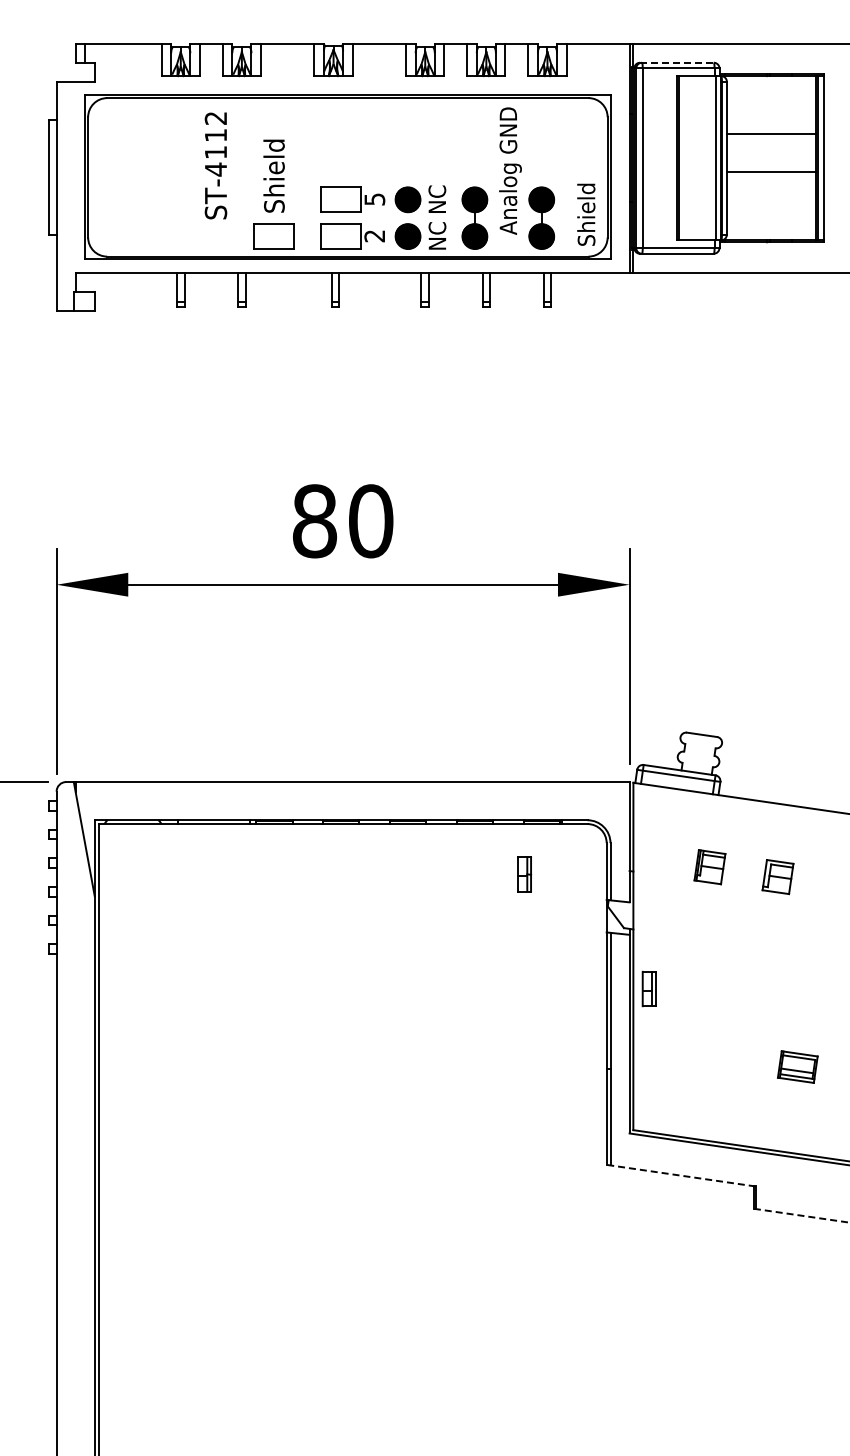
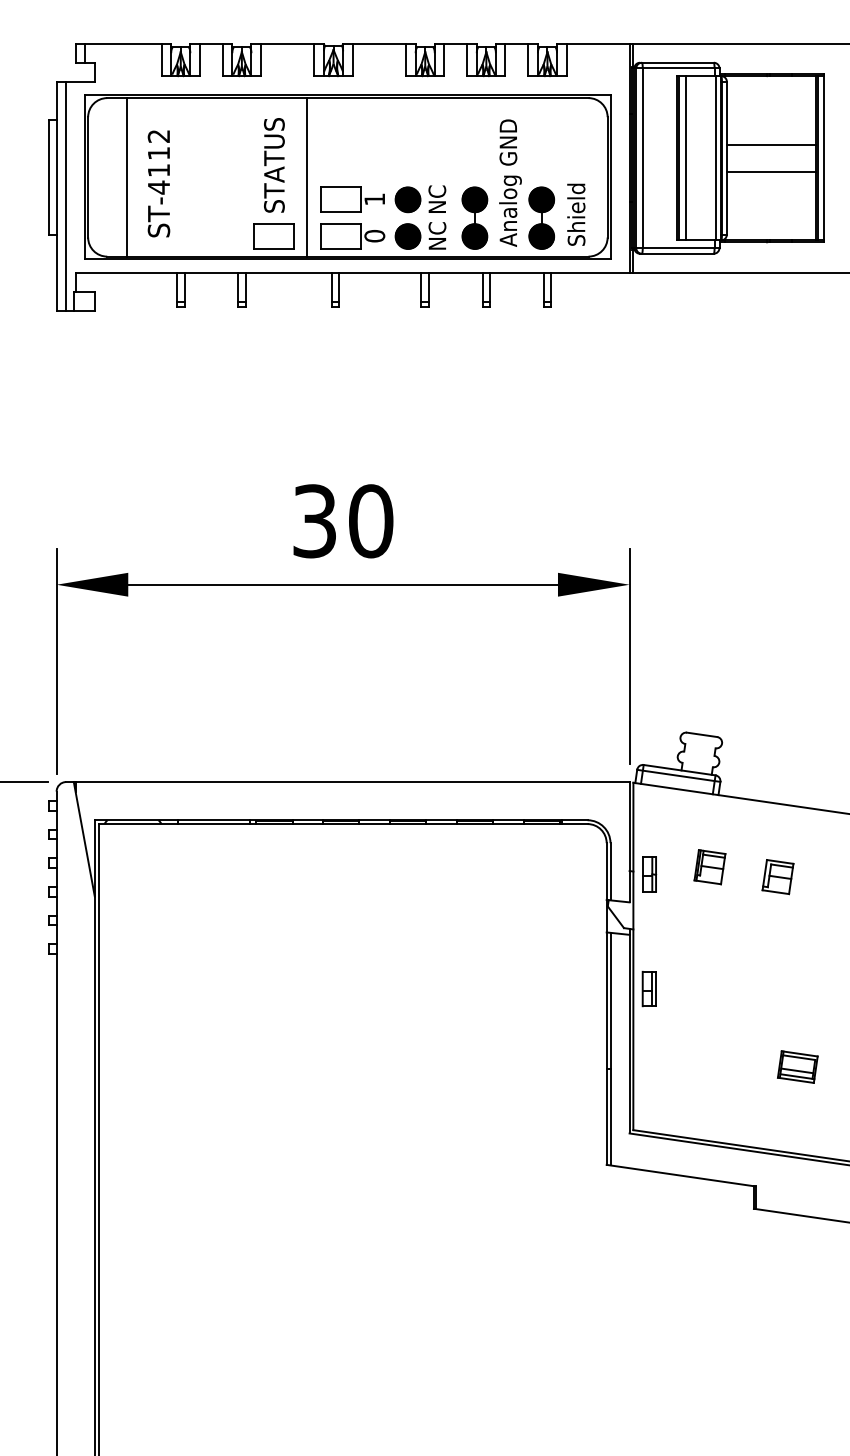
line at (676, 62): dashed -> solid
line at (771, 133) position: (771, 133) -> (771, 144)
text at (273, 158): Shield -> STATUS
line at (686, 158): none -> present
text at (215, 165) position: (215, 165) -> (158, 183)
text at (510, 170) position: (510, 170) -> (510, 182)
line at (126, 177): none -> present
line at (306, 177): none -> present
line at (66, 196): none -> present
text at (374, 199): 5 -> 1
text at (586, 214) position: (586, 214) -> (576, 214)
text at (374, 236): 2 -> 0
text at (315, 521): 80 -> 30
part at (524, 874) position: (524, 874) -> (649, 874)
line at (680, 1175): dashed -> solid
line at (802, 1215): dashed -> solid
